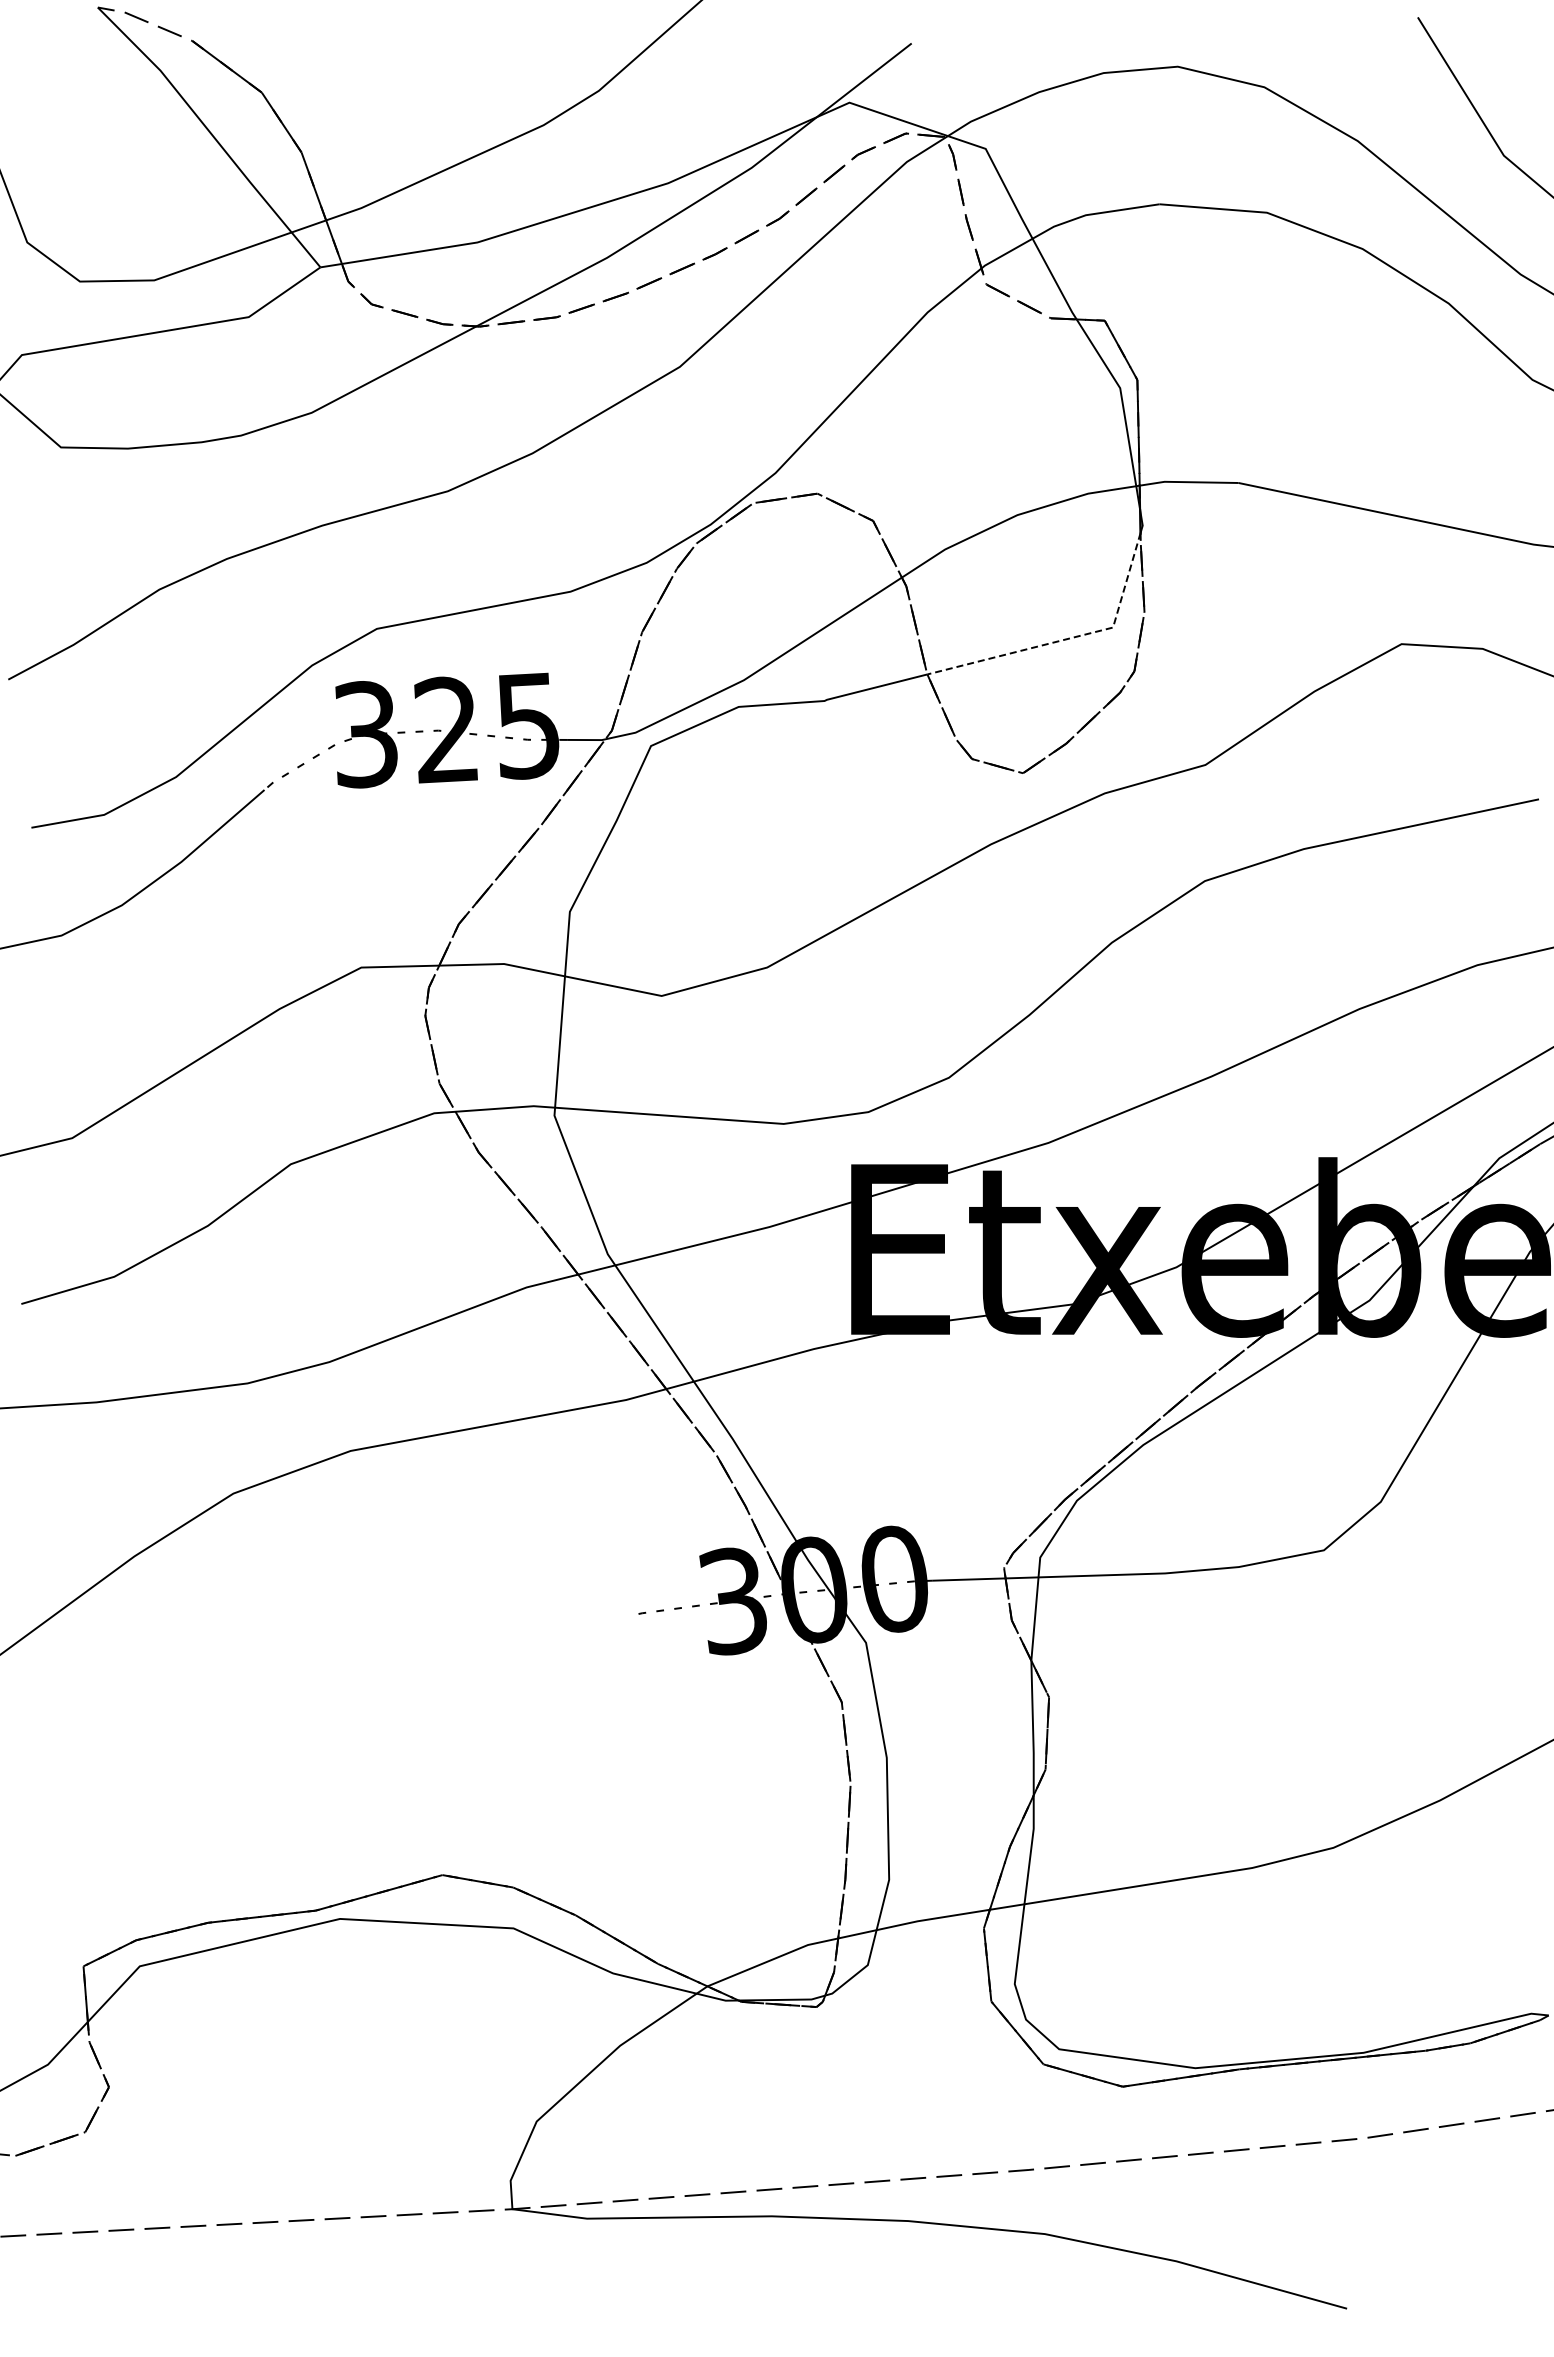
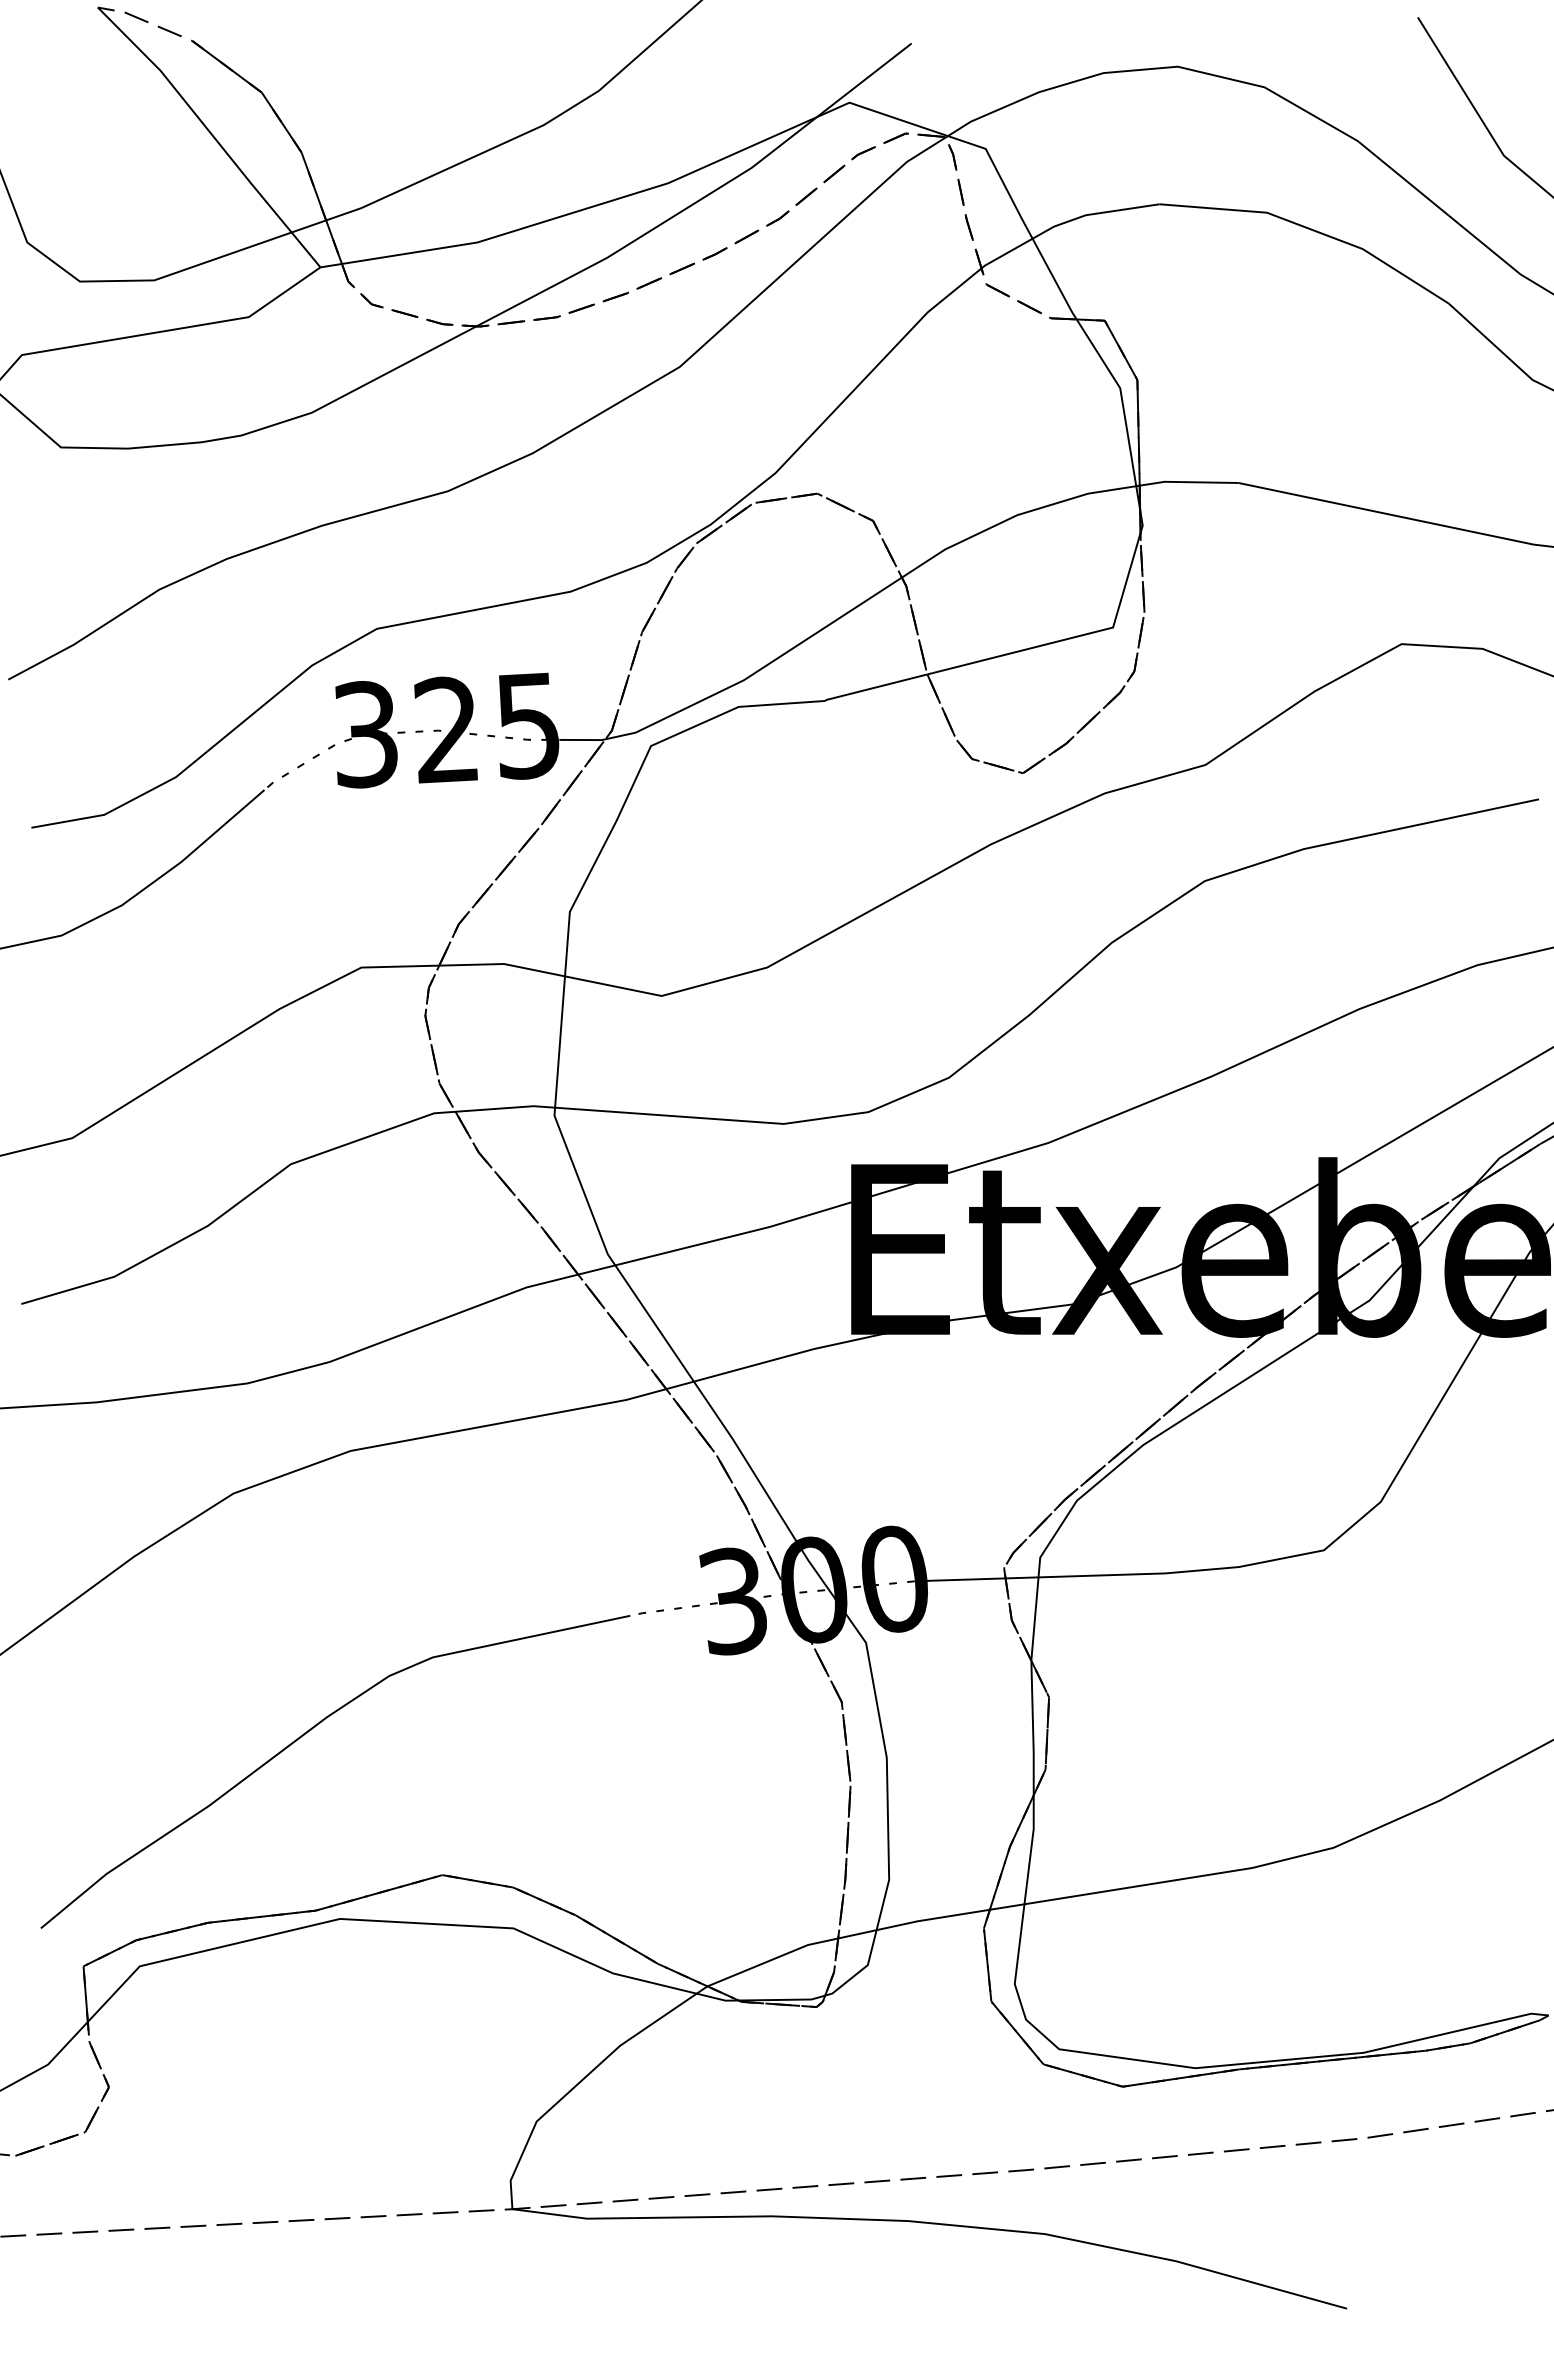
line at (1068, 638): dashed -> solid
curve at (307, 1733): none -> present
